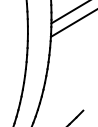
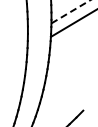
line at (71, 11): solid -> dashed
